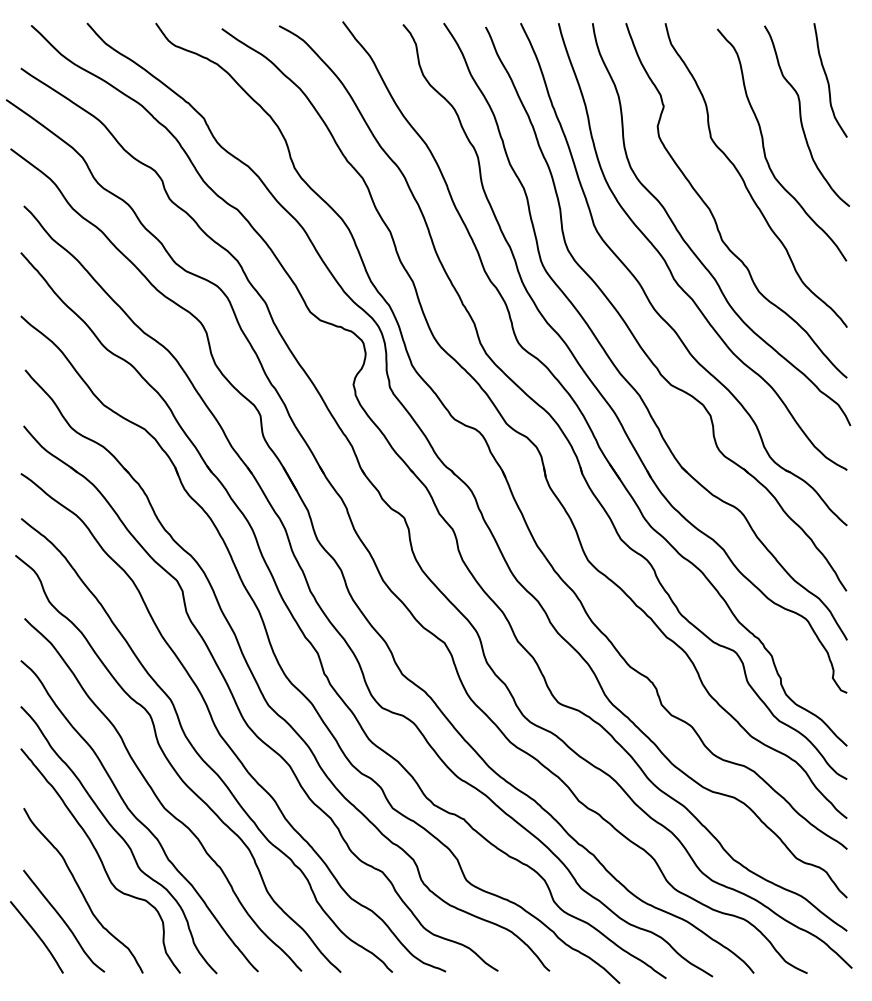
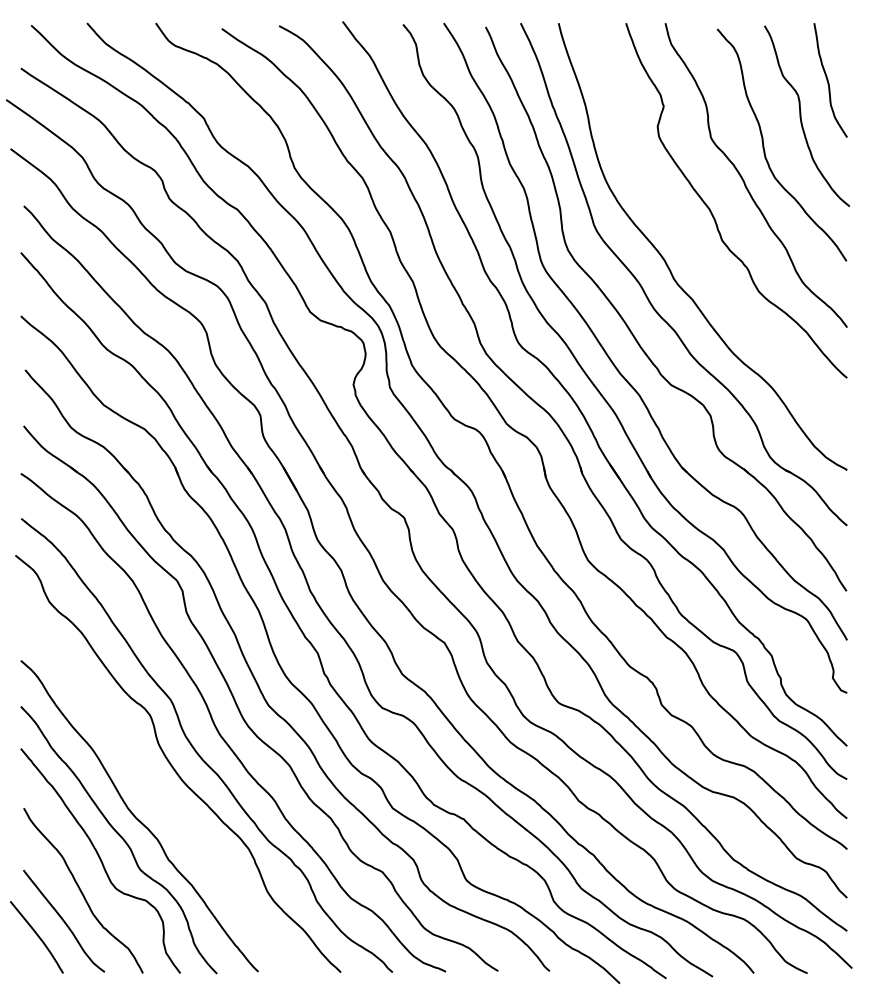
curve at (689, 245): present -> none
curve at (158, 797): present -> none
